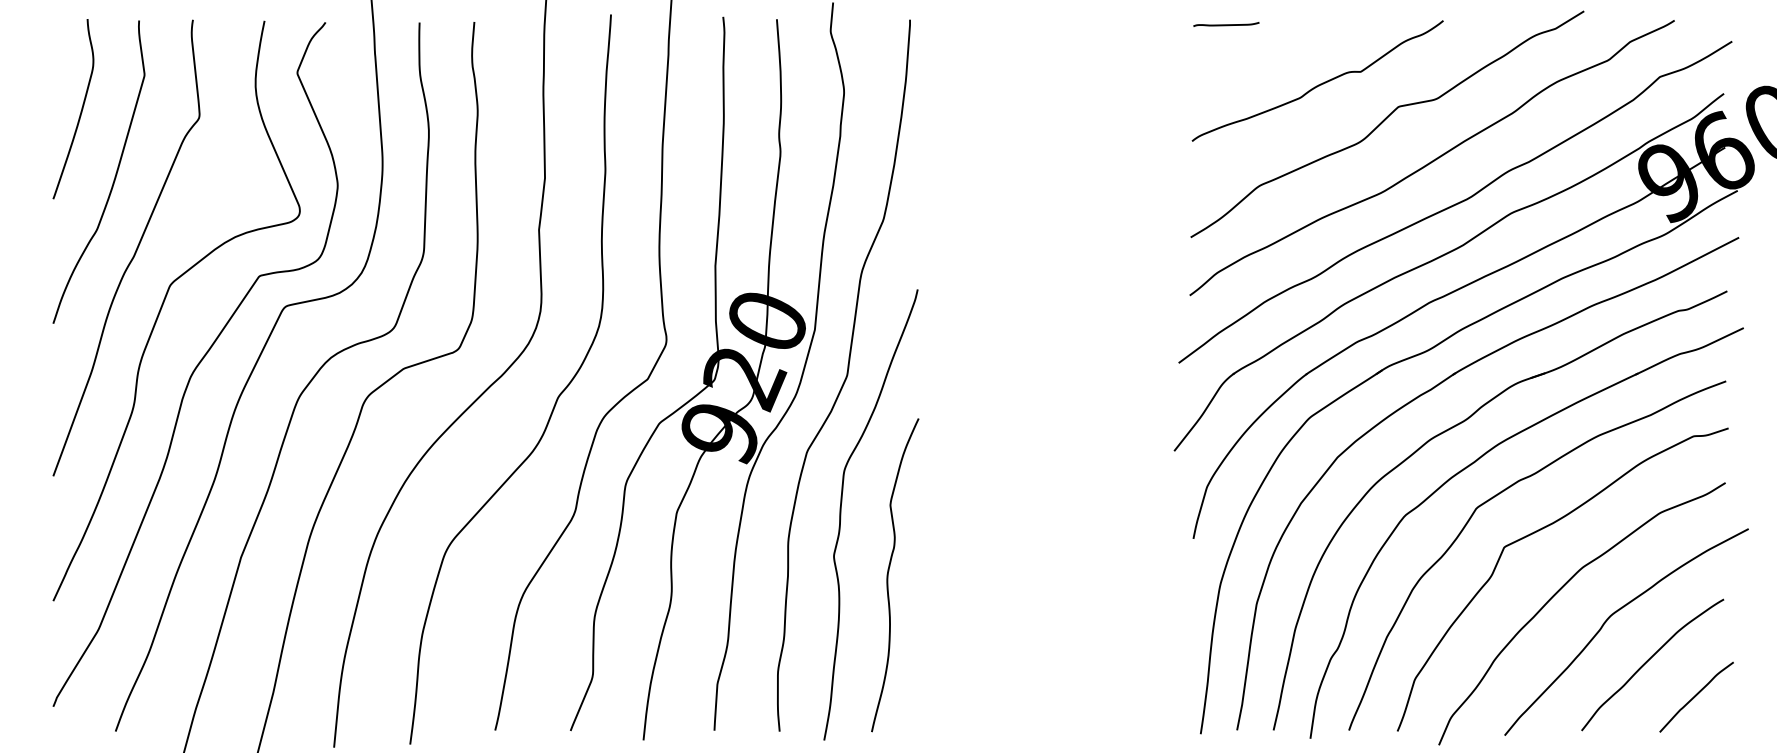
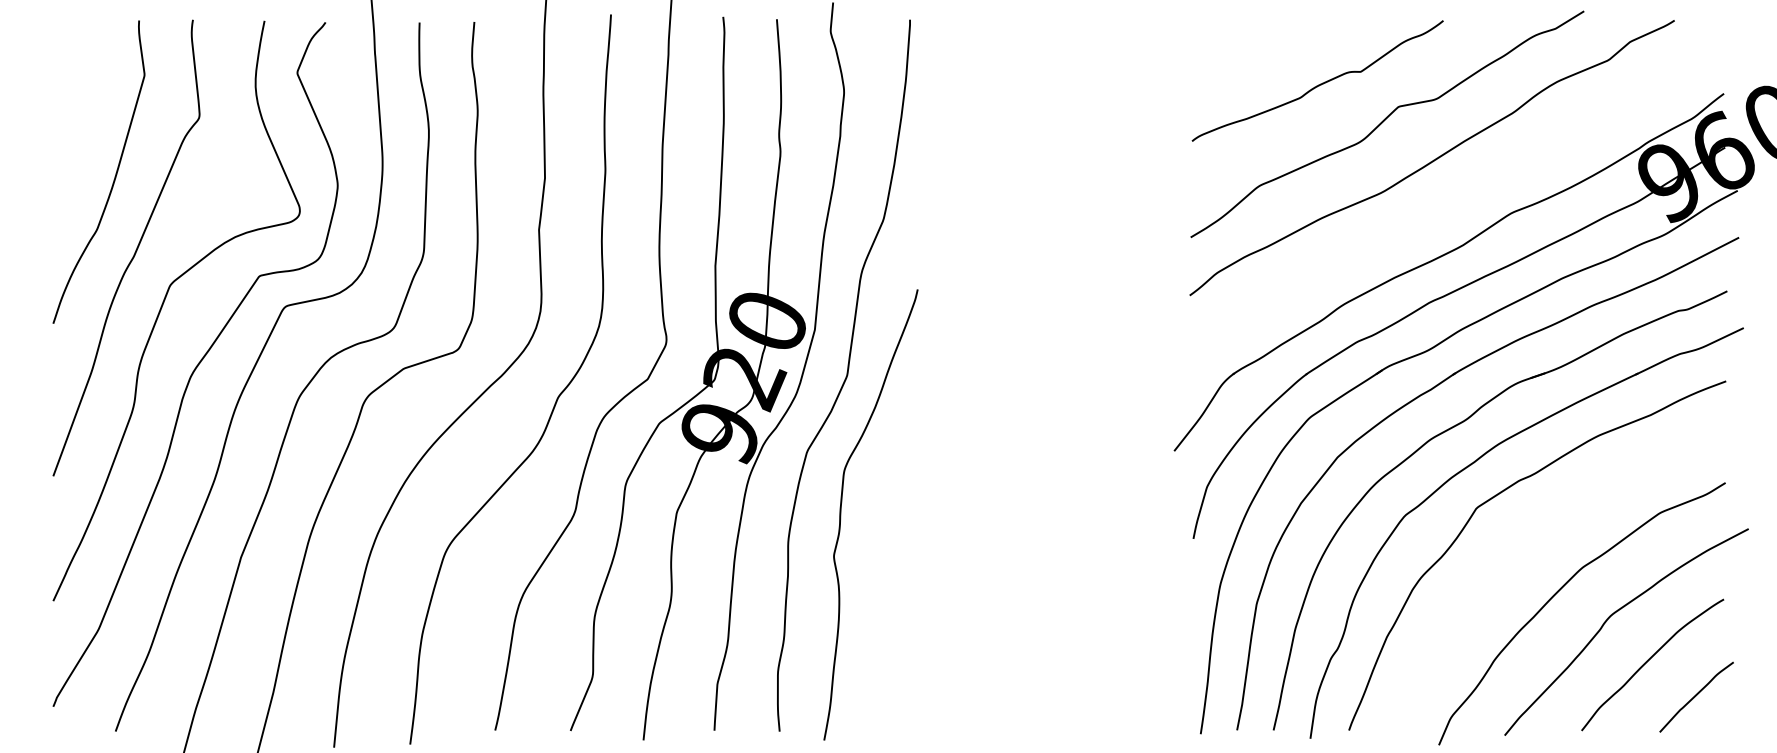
line at (1226, 24): present -> none
curve at (80, 111): present -> none
curve at (1455, 203): present -> none
curve at (1538, 531): present -> none
curve at (888, 575): present -> none
